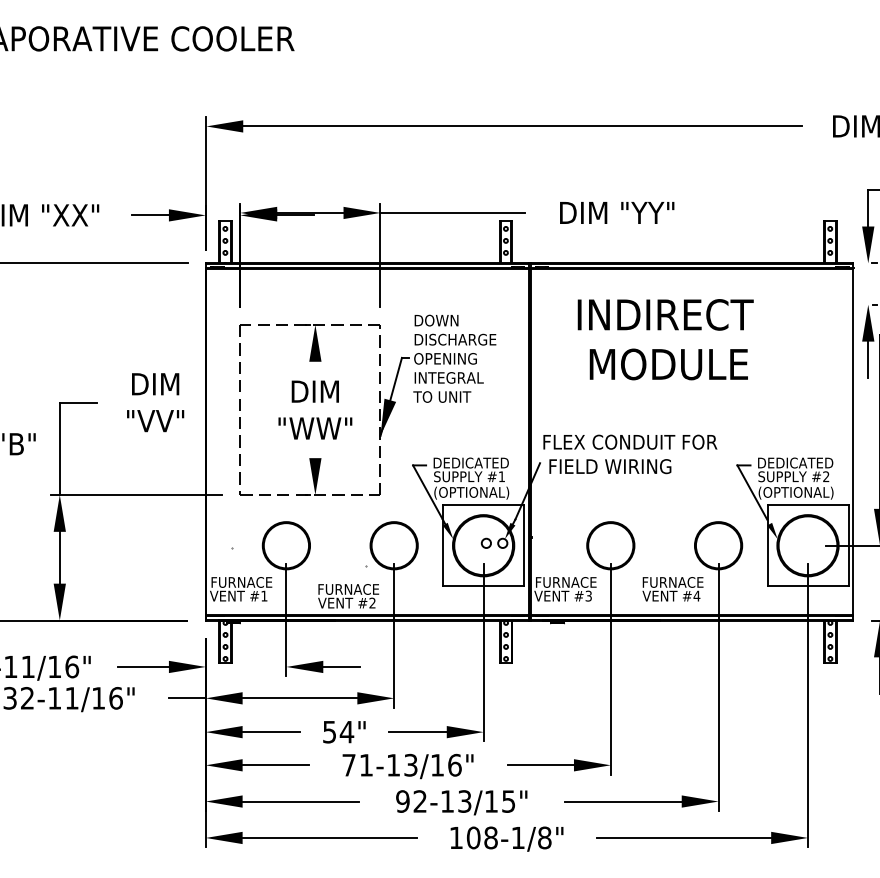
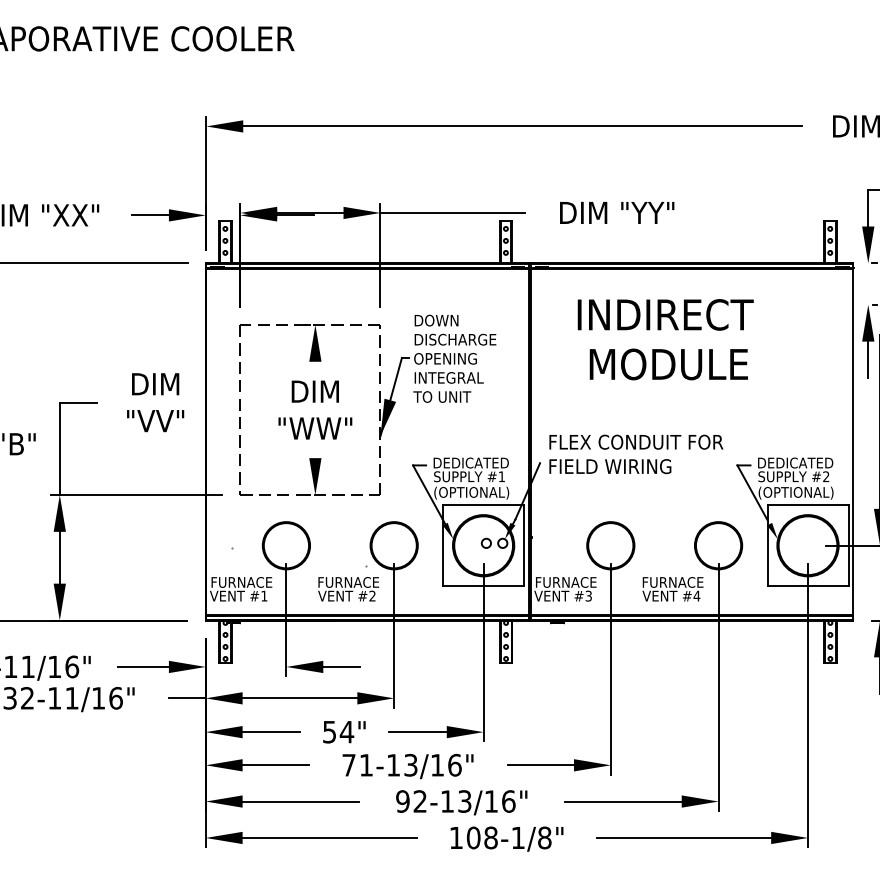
text at (630, 441) position: (630, 441) -> (636, 441)
text at (348, 596) position: (348, 596) -> (348, 589)
text at (508, 801): 92-13/15" -> 92-13/16"
